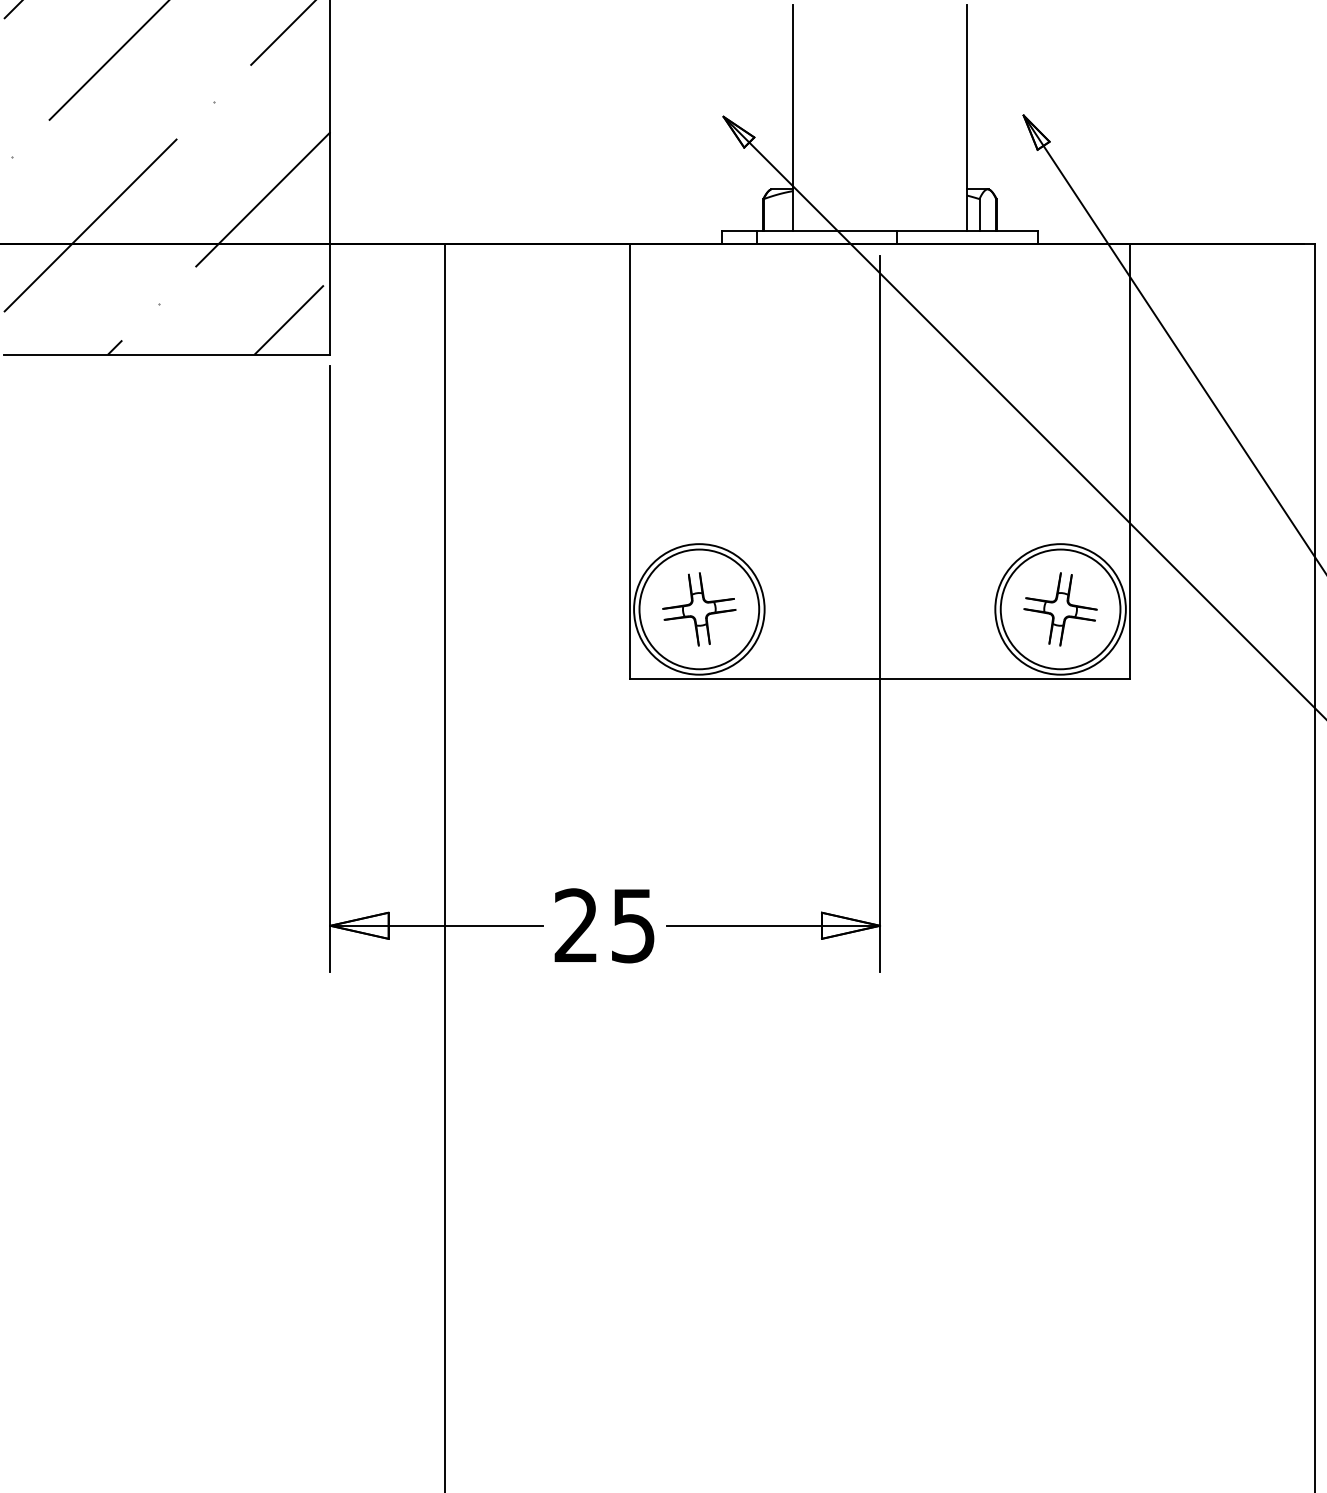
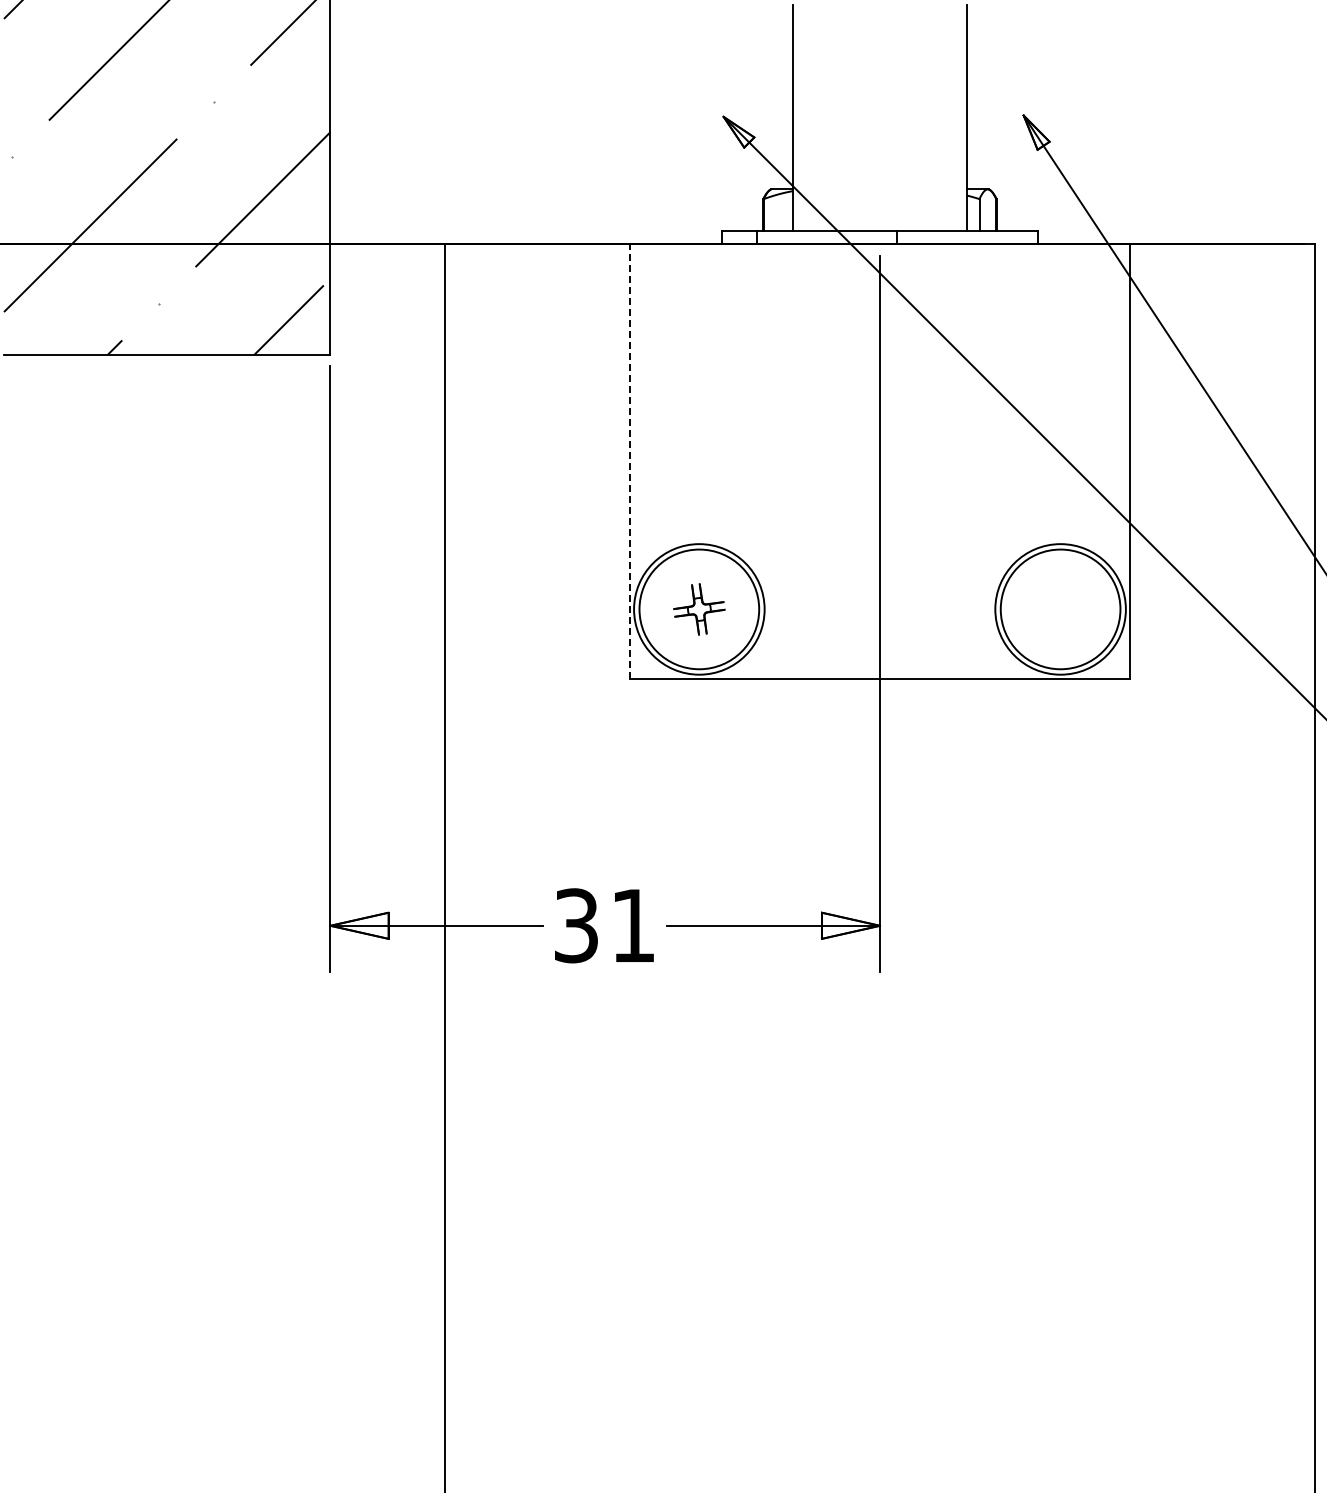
line at (629, 461): solid -> dashed
part at (699, 609) size: 75x75 px -> 53x53 px
part at (1060, 609): present -> none
text at (604, 925): 25 -> 31
